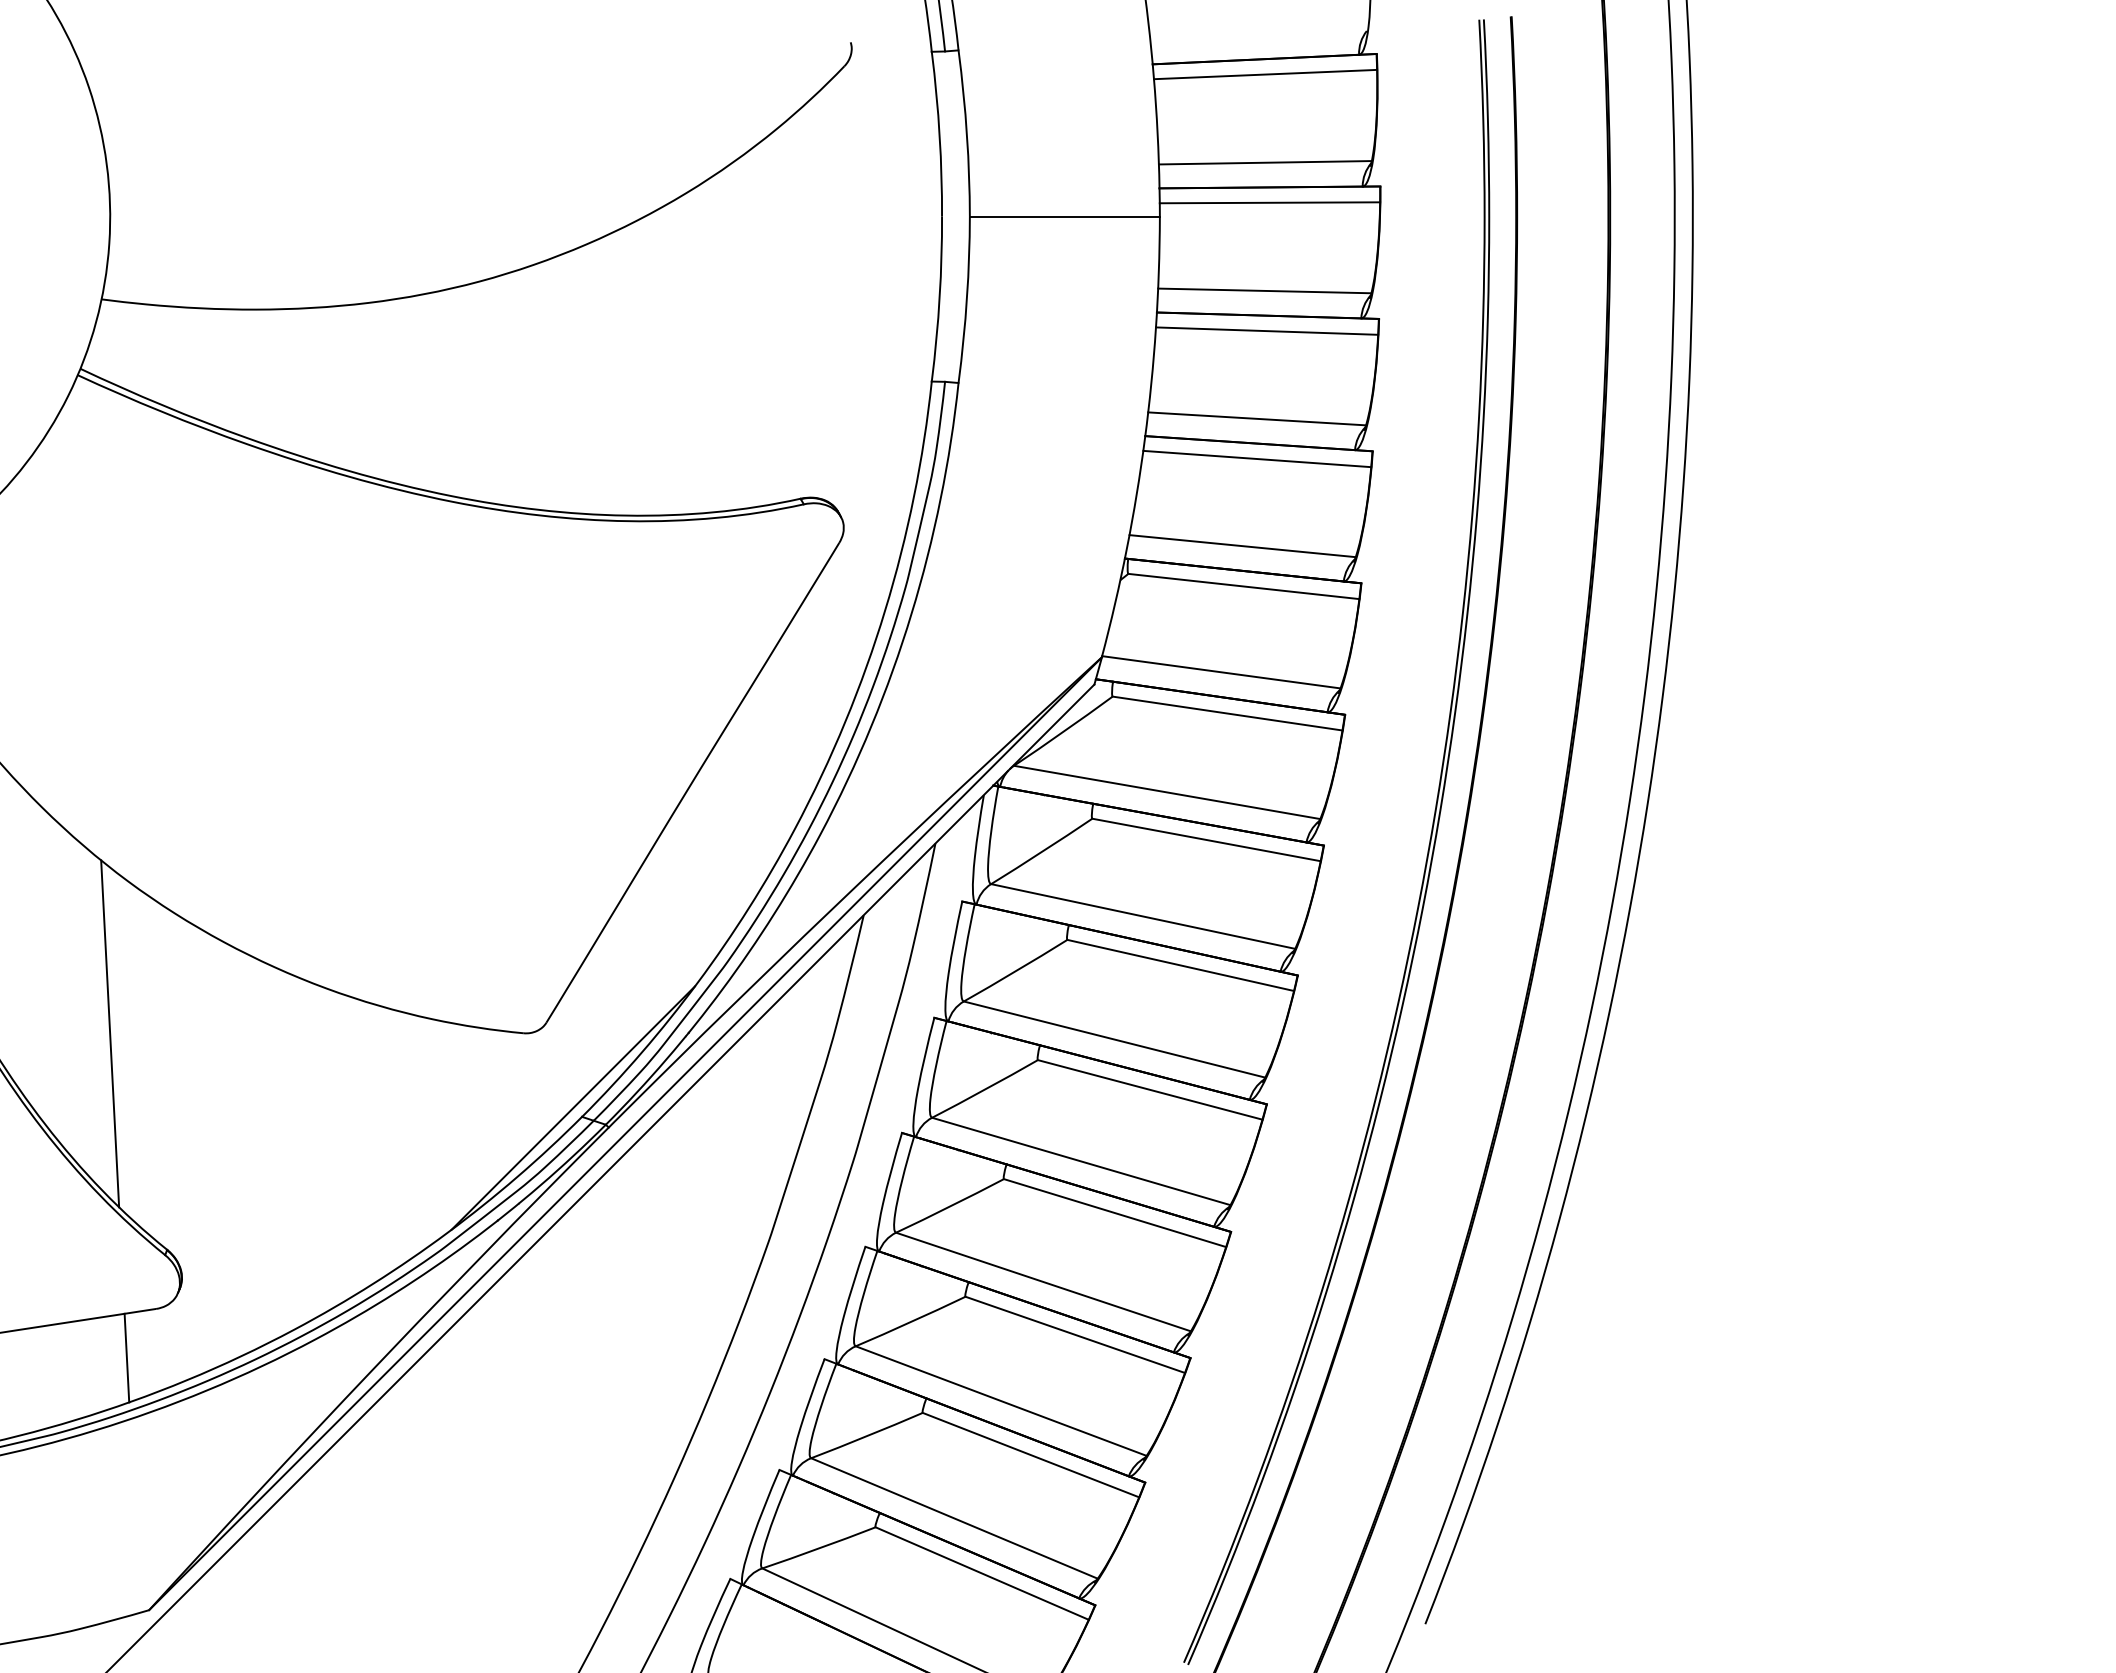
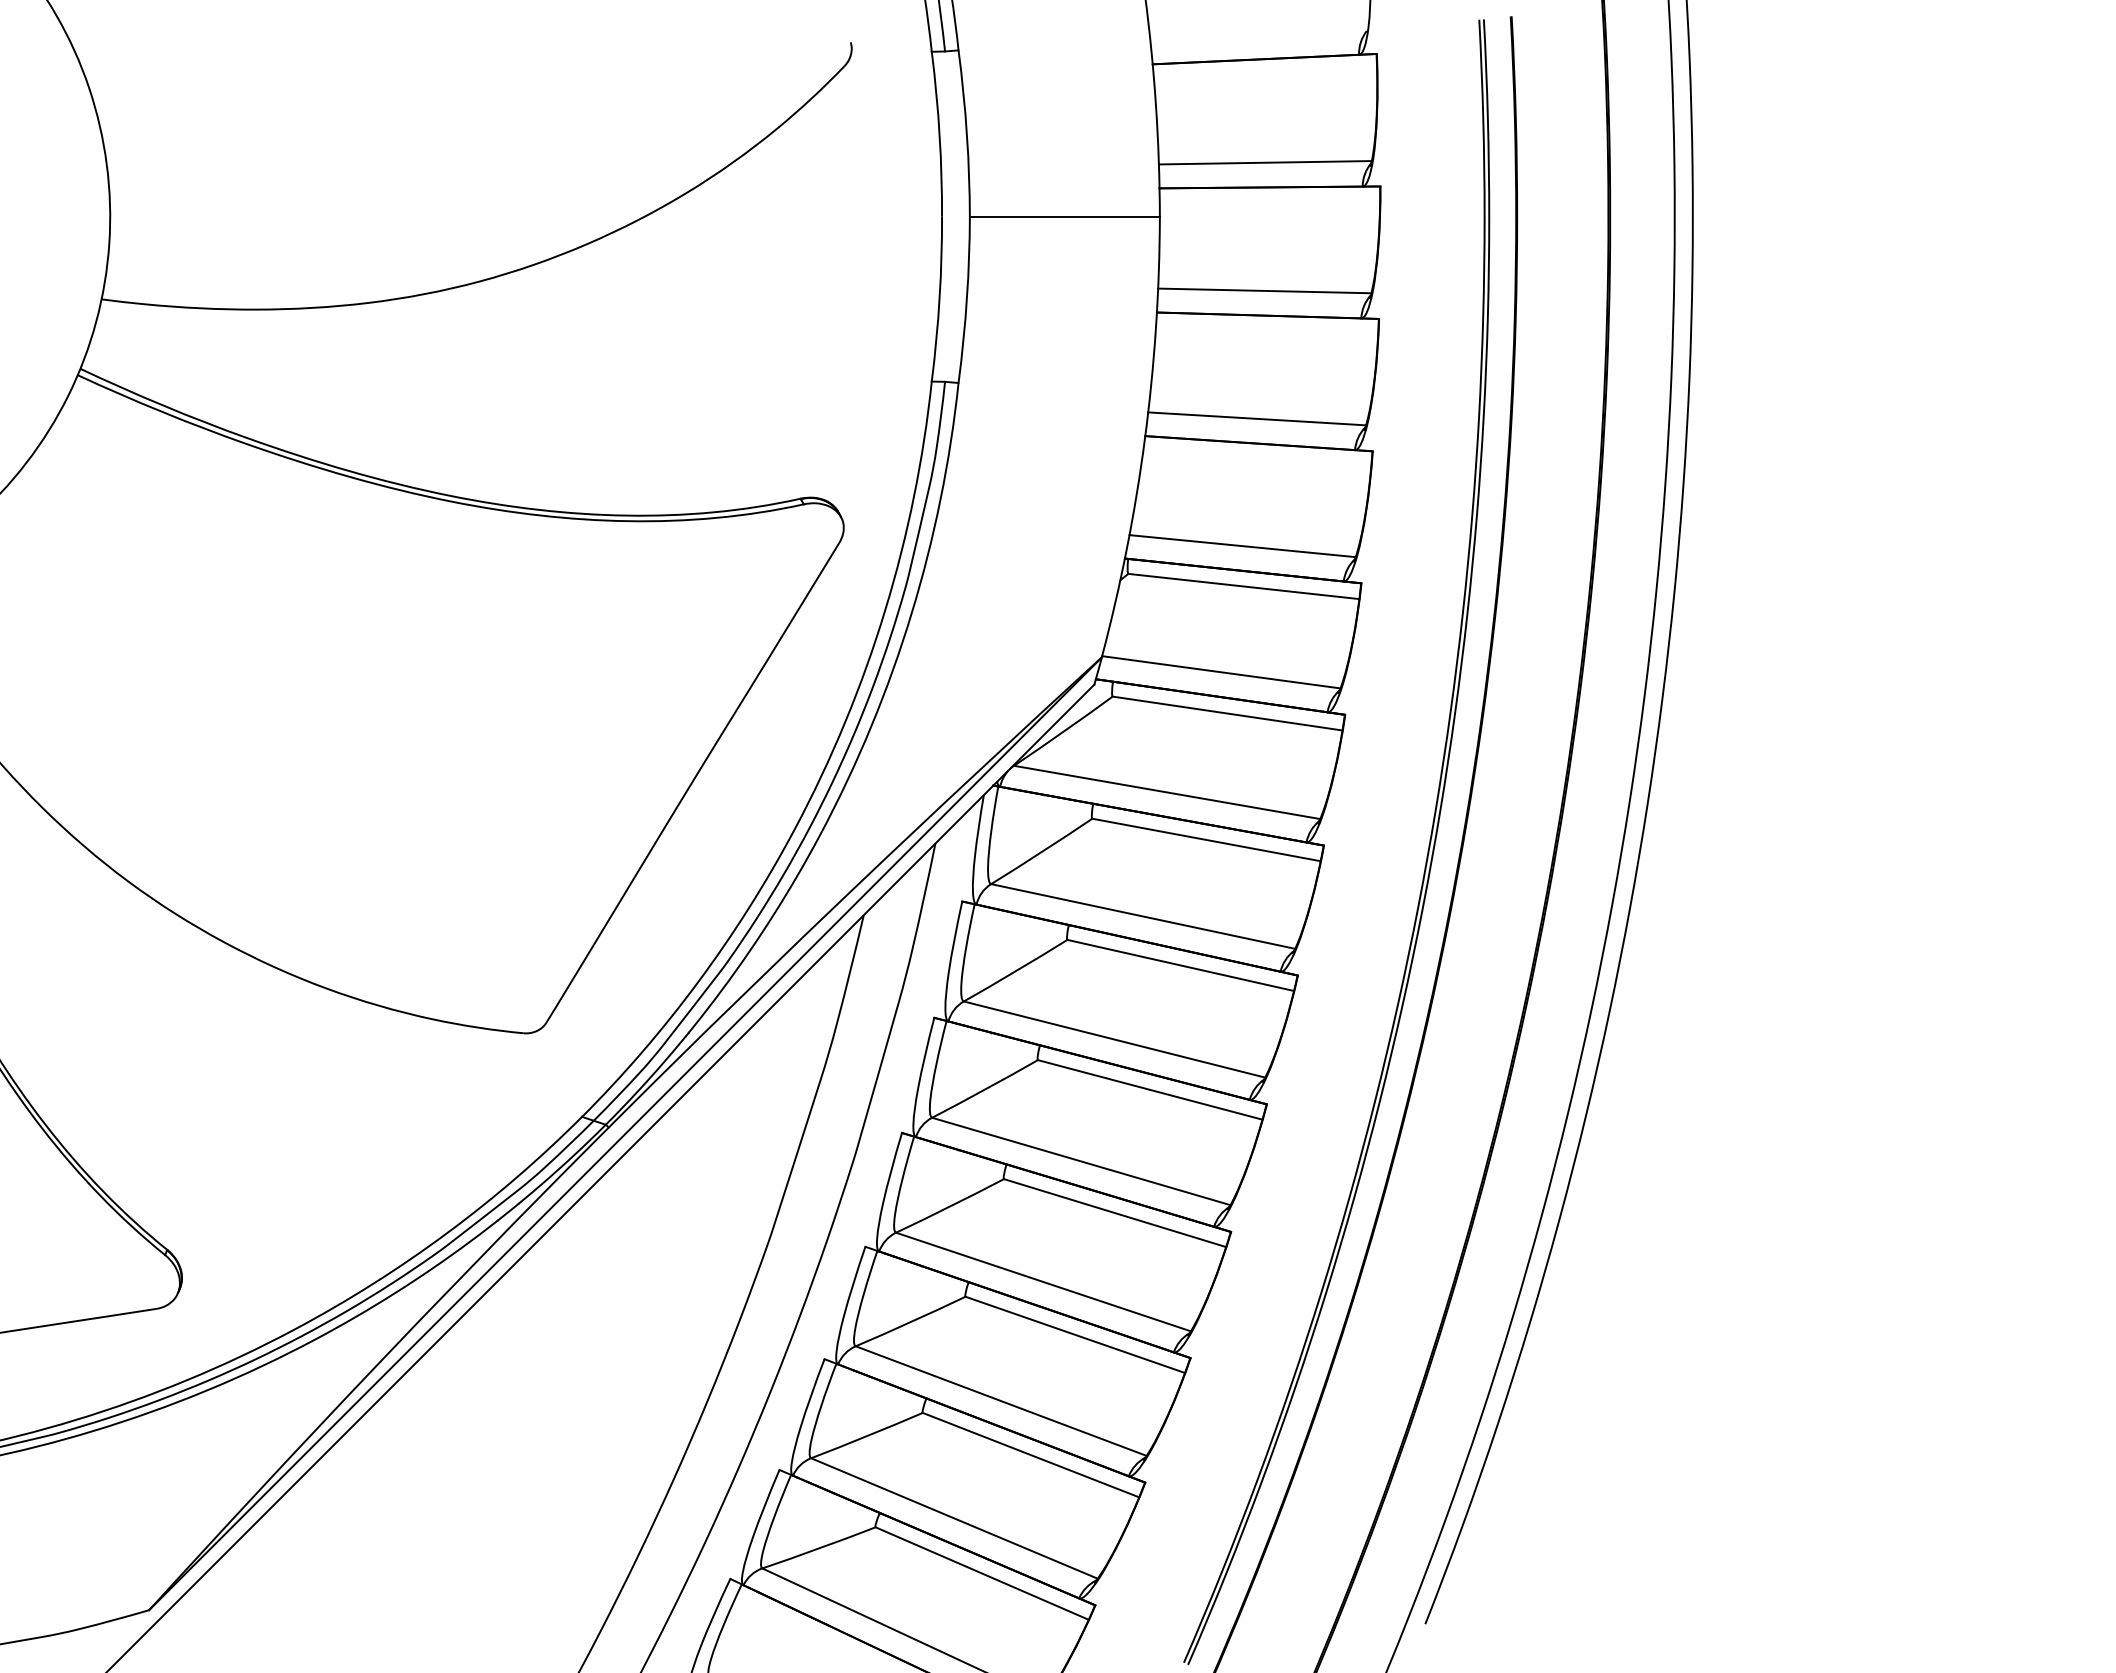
line at (1265, 74): present -> none
line at (1269, 202): present -> none
line at (1267, 330): present -> none
line at (1257, 458): present -> none
line at (110, 1033): present -> none
line at (572, 1107): present -> none
line at (126, 1357): present -> none
